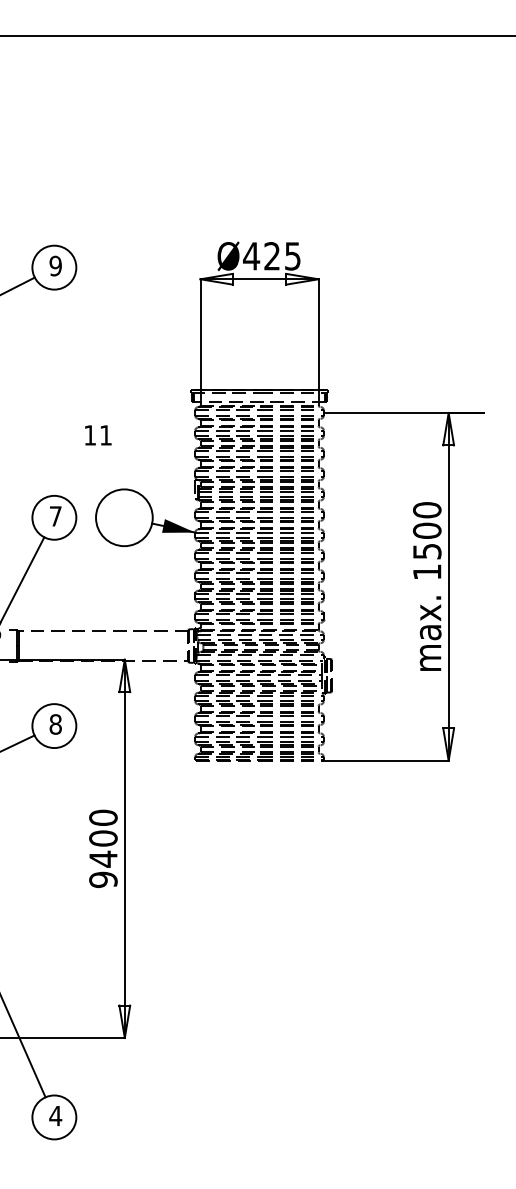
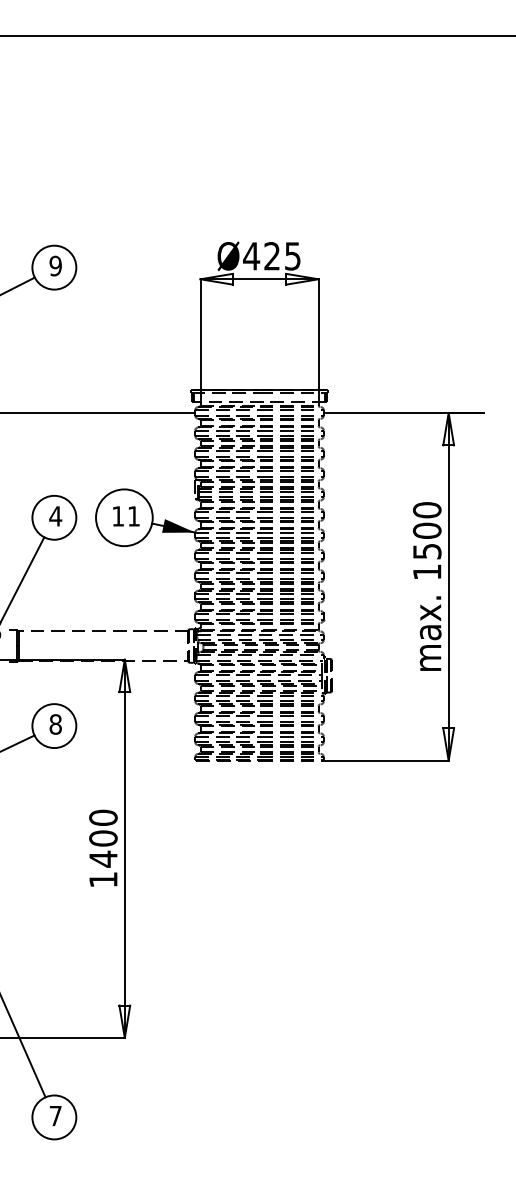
line at (98, 412): none -> present
text at (98, 435) position: (98, 435) -> (126, 516)
text at (55, 516): 7 -> 4
text at (103, 879): 9400 -> 1400
text at (55, 1116): 4 -> 7
